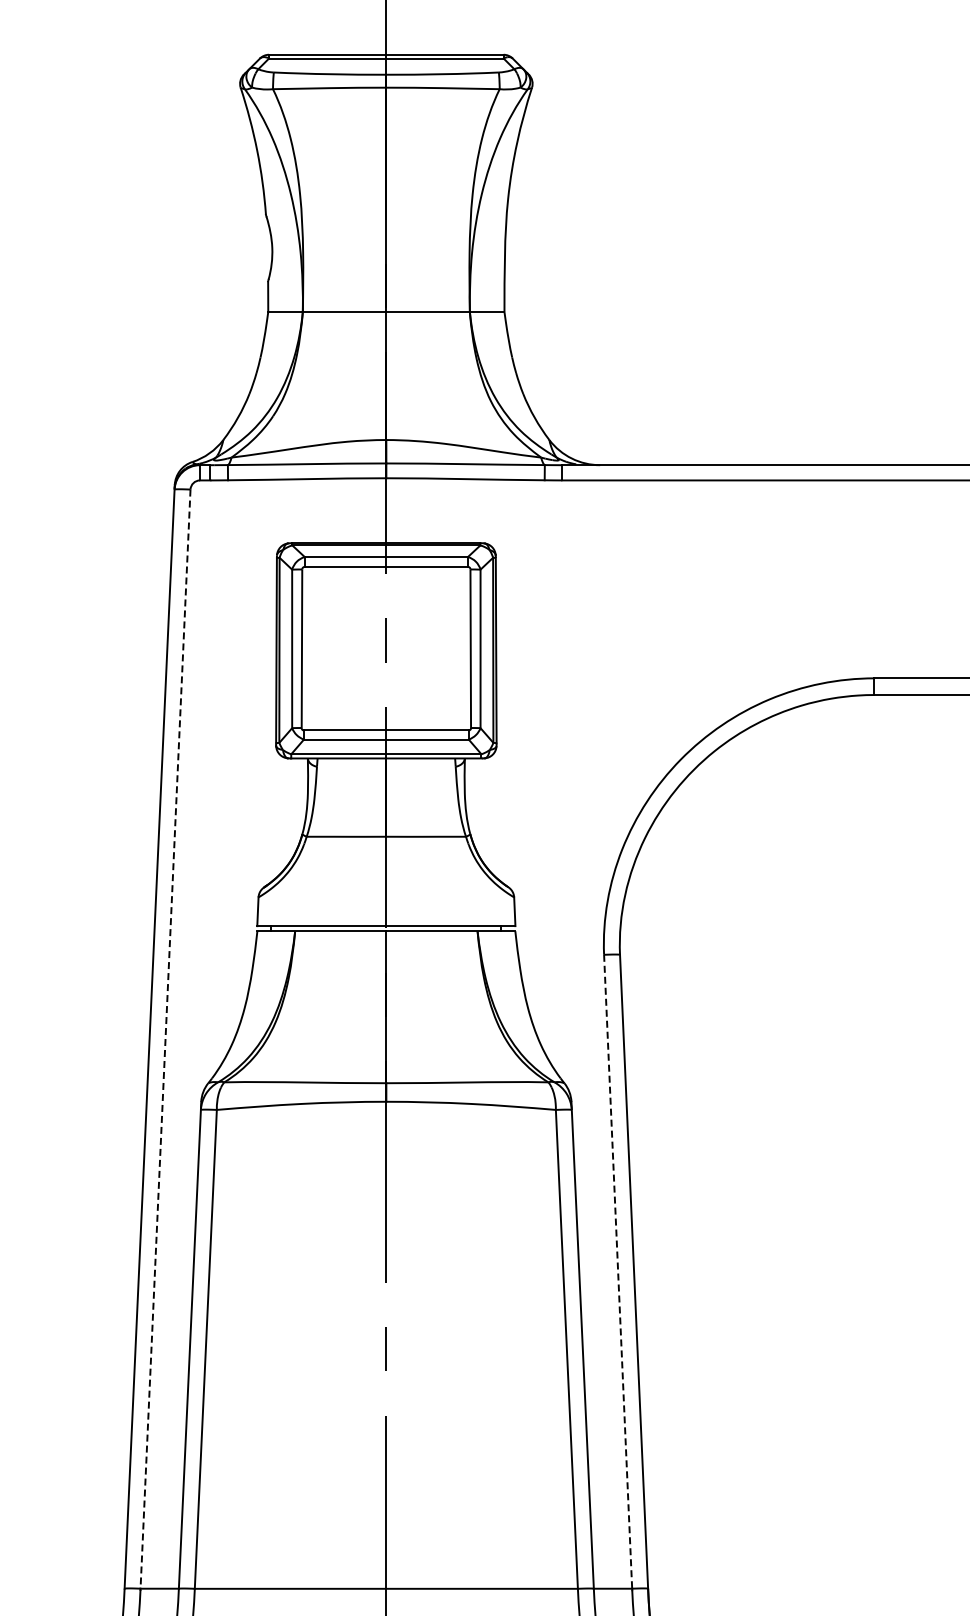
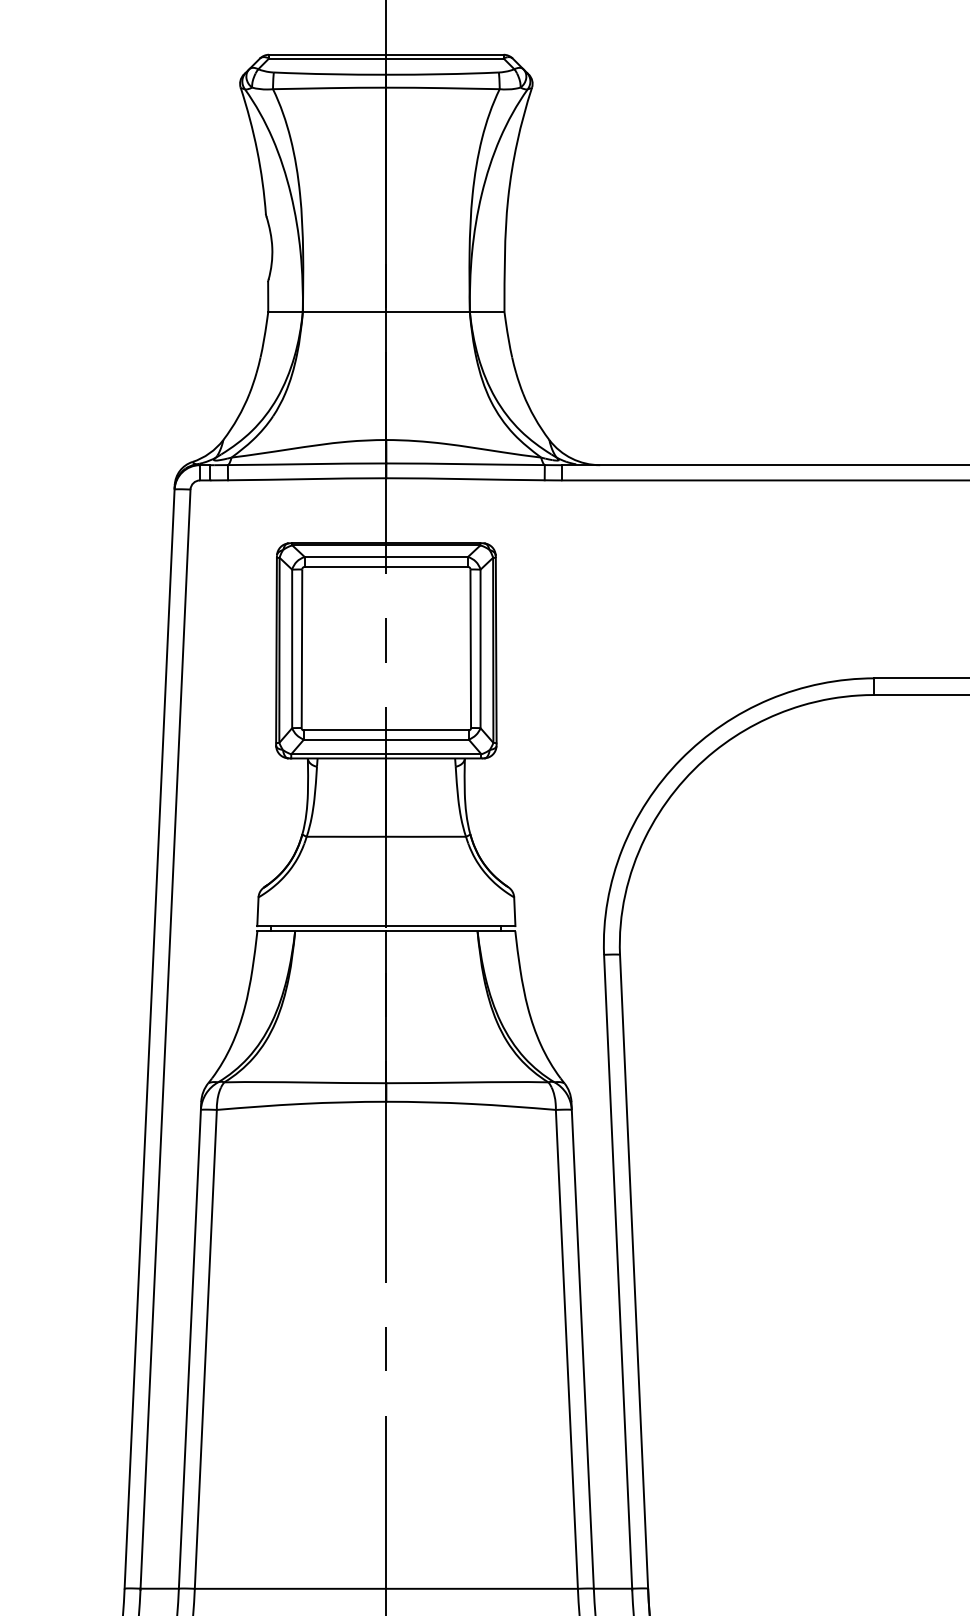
line at (165, 1039): dashed -> solid
line at (618, 1272): dashed -> solid
